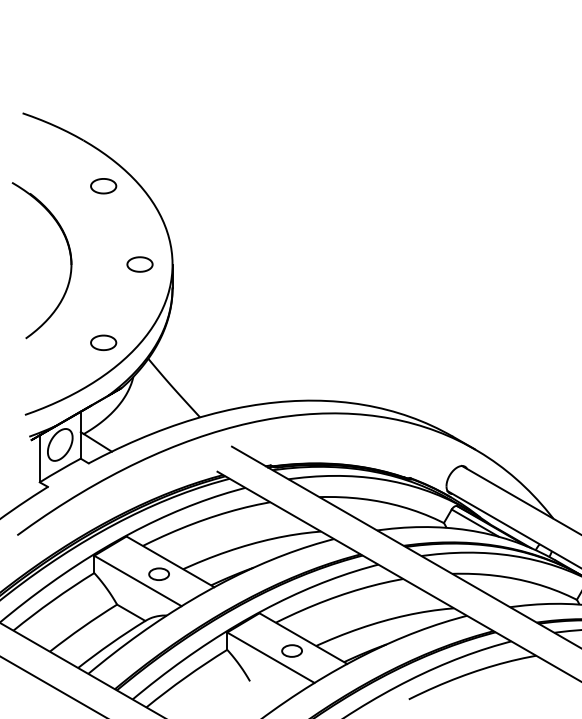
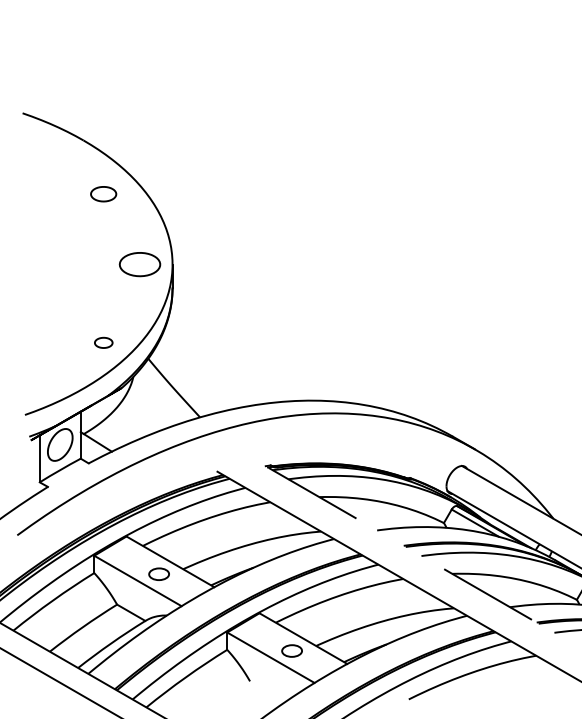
part at (103, 186) position: (103, 186) -> (103, 194)
part at (69, 255): present -> none
part at (139, 264) size: 28x17 px -> 44x26 px
part at (103, 342) size: 28x18 px -> 20x13 px
line at (406, 547): solid -> dashed
line at (52, 686) position: (52, 686) -> (59, 682)
